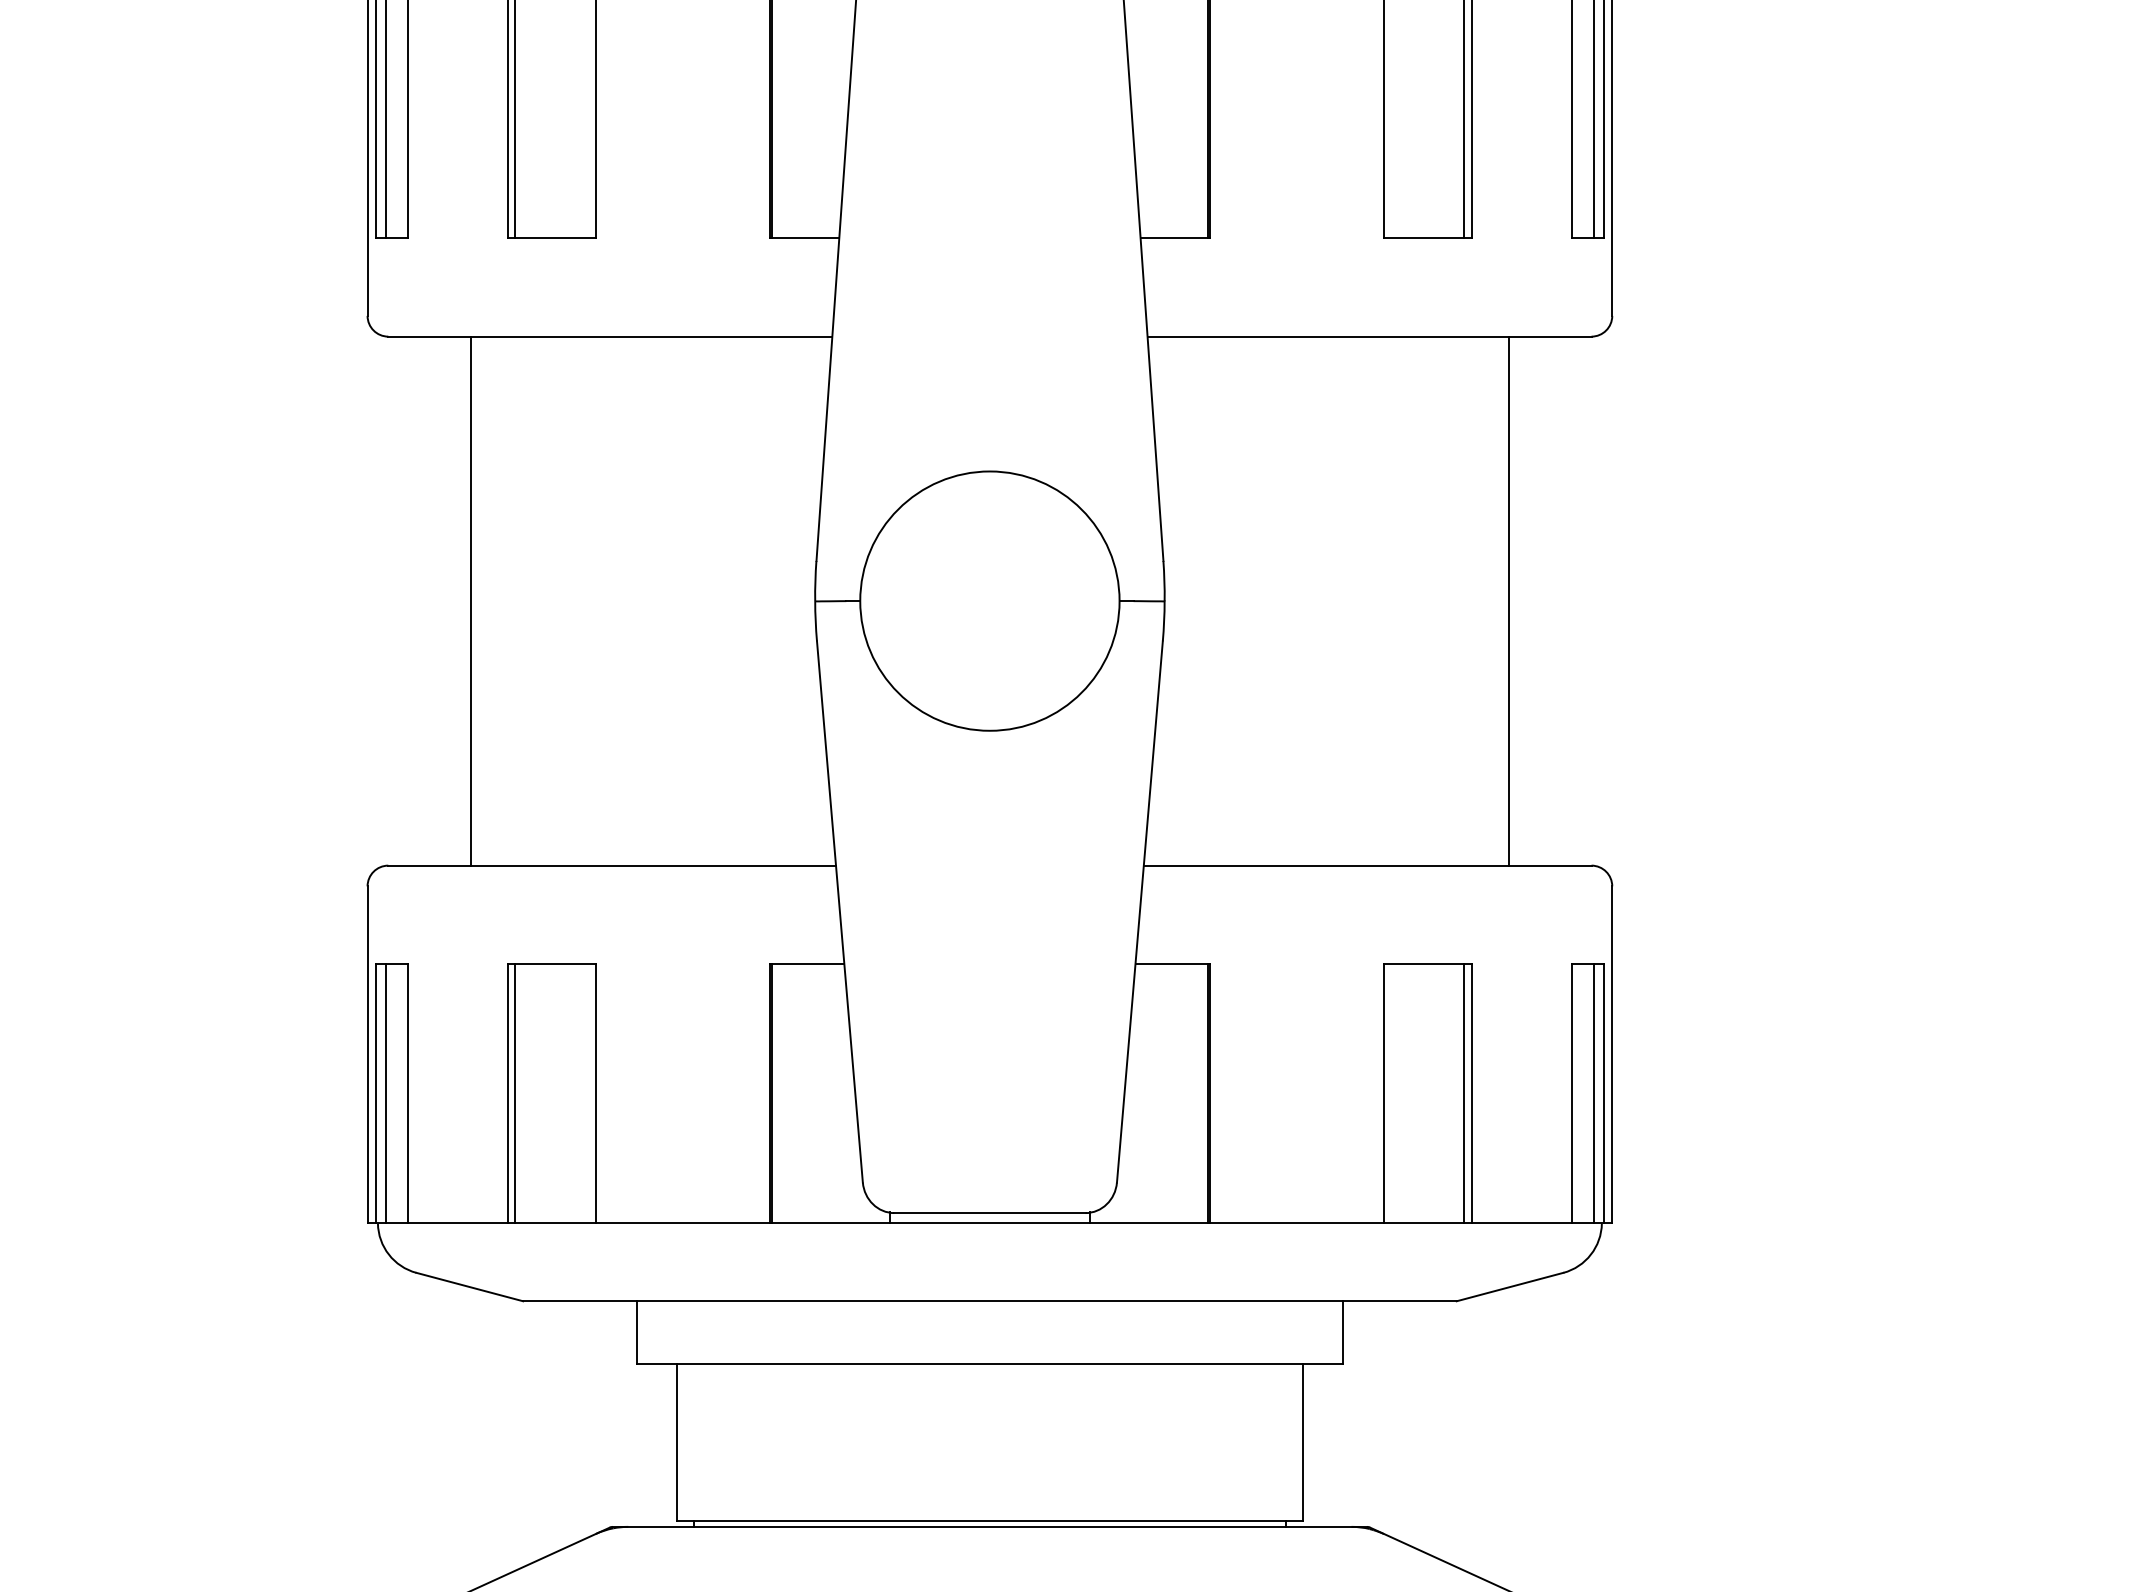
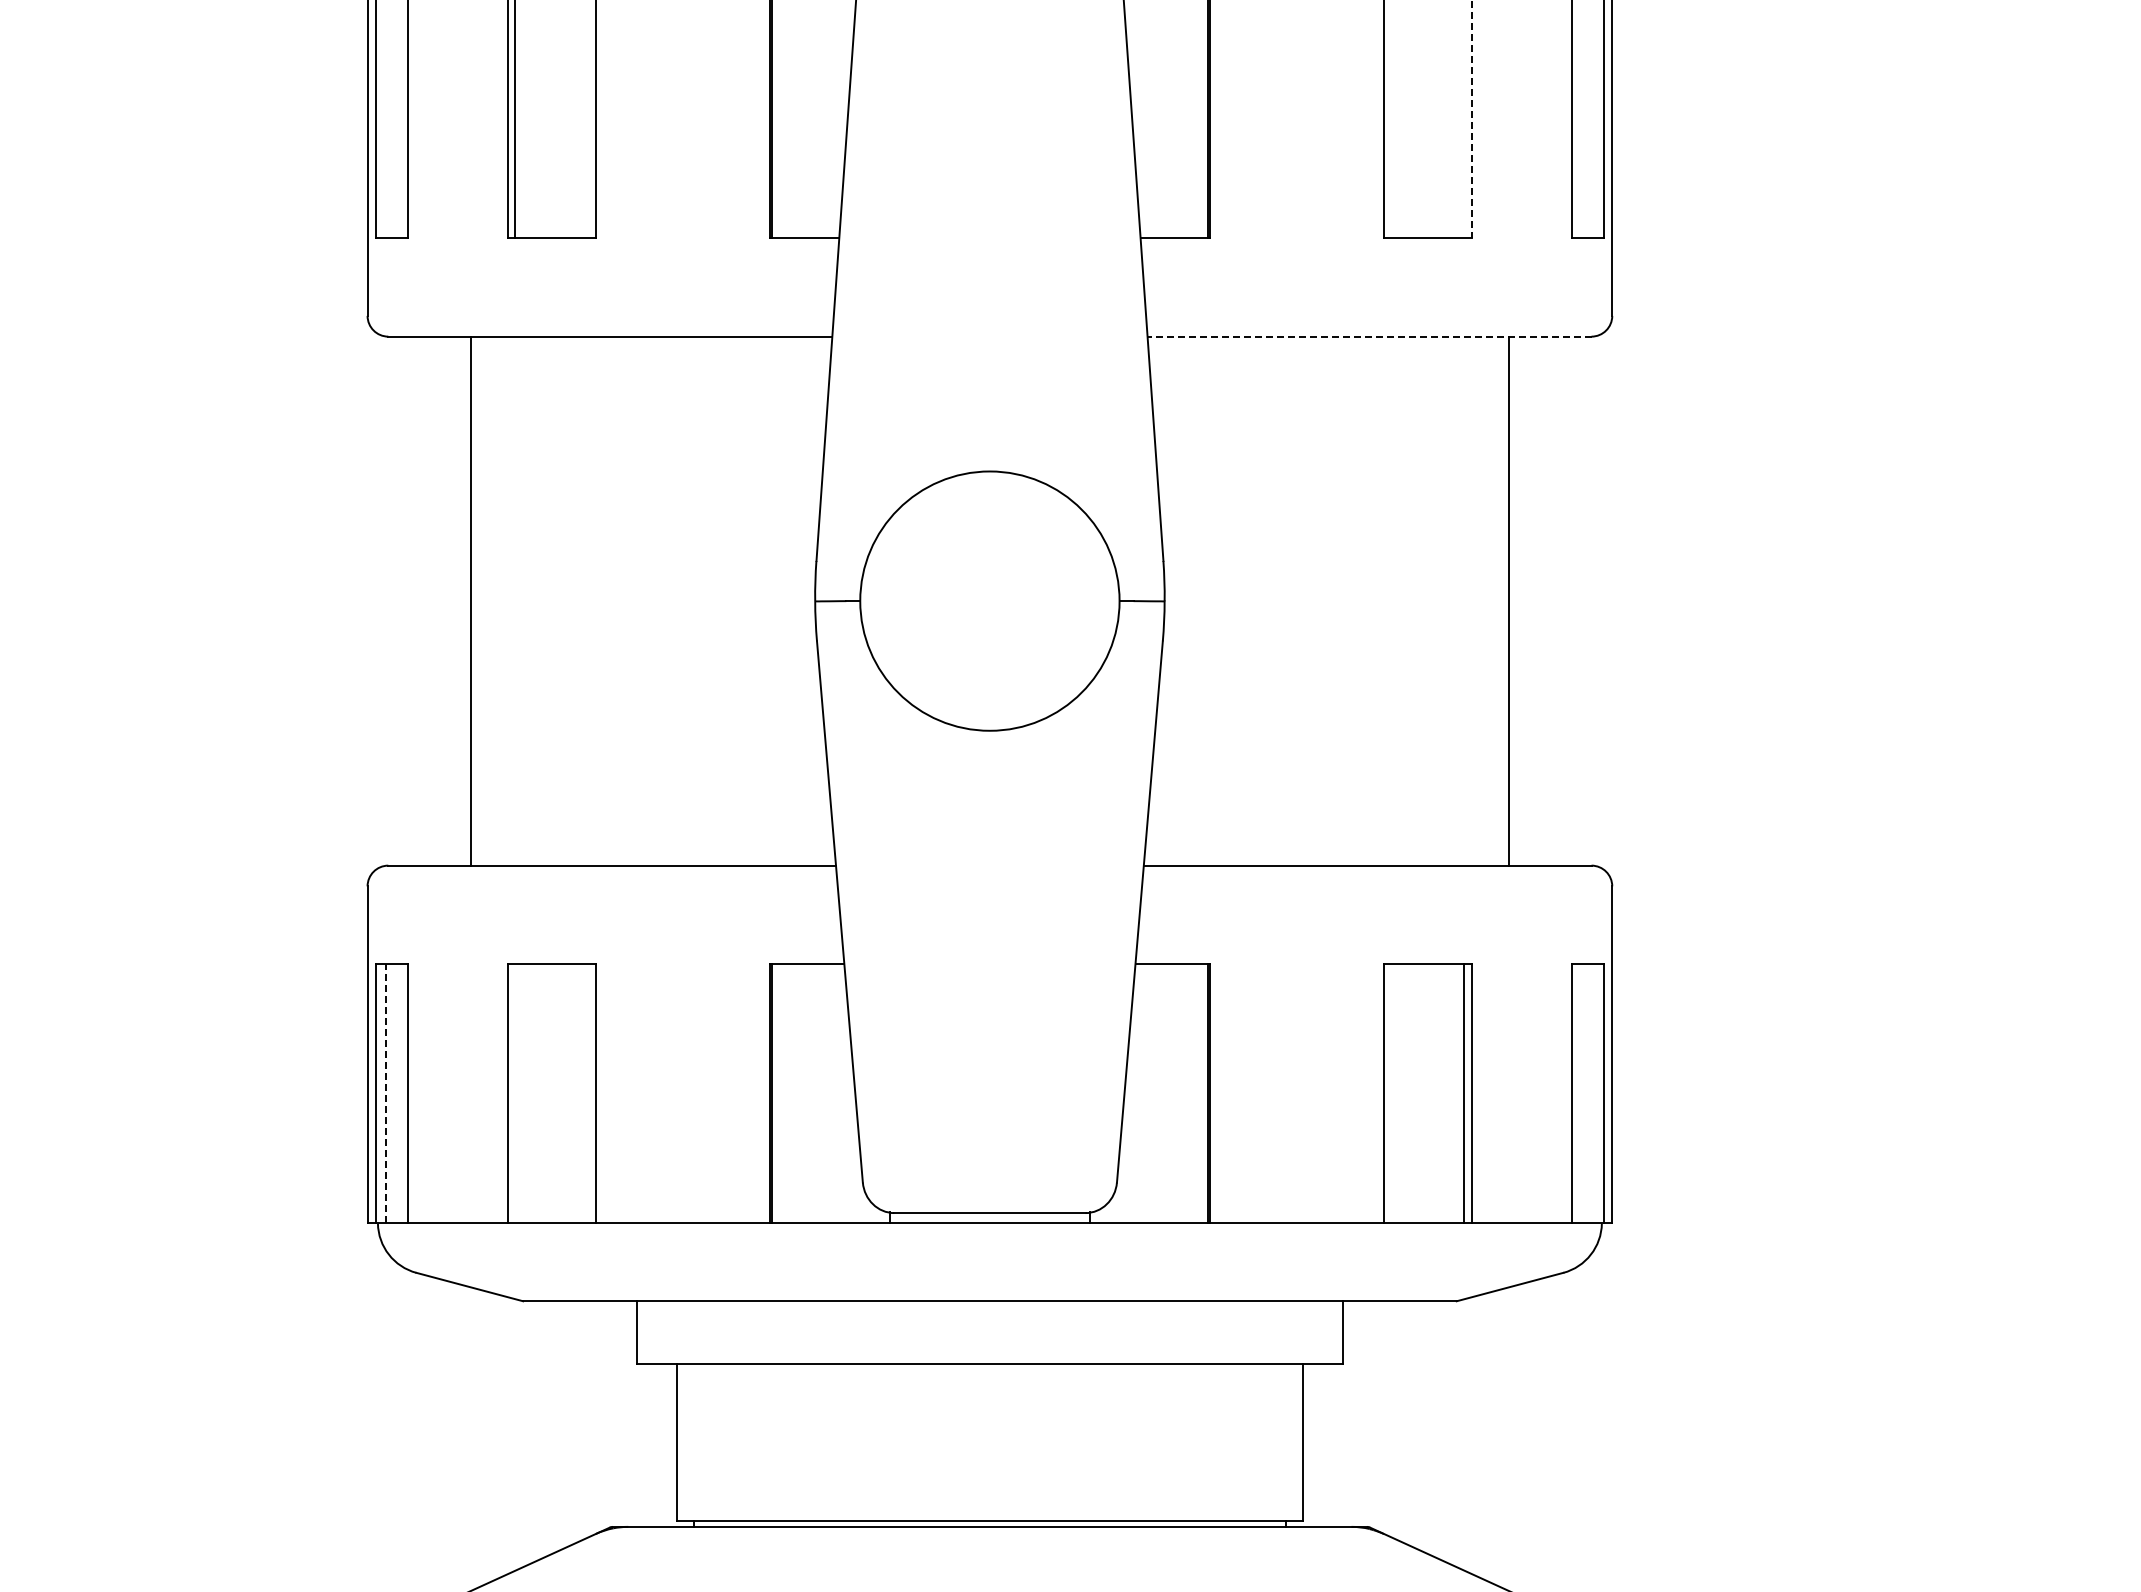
line at (1471, 119): solid -> dashed
line at (385, 120): present -> none
line at (1464, 120): present -> none
line at (1594, 120): present -> none
line at (1369, 336): solid -> dashed
line at (385, 1093): solid -> dashed
line at (515, 1093): present -> none
line at (1594, 1093): present -> none
